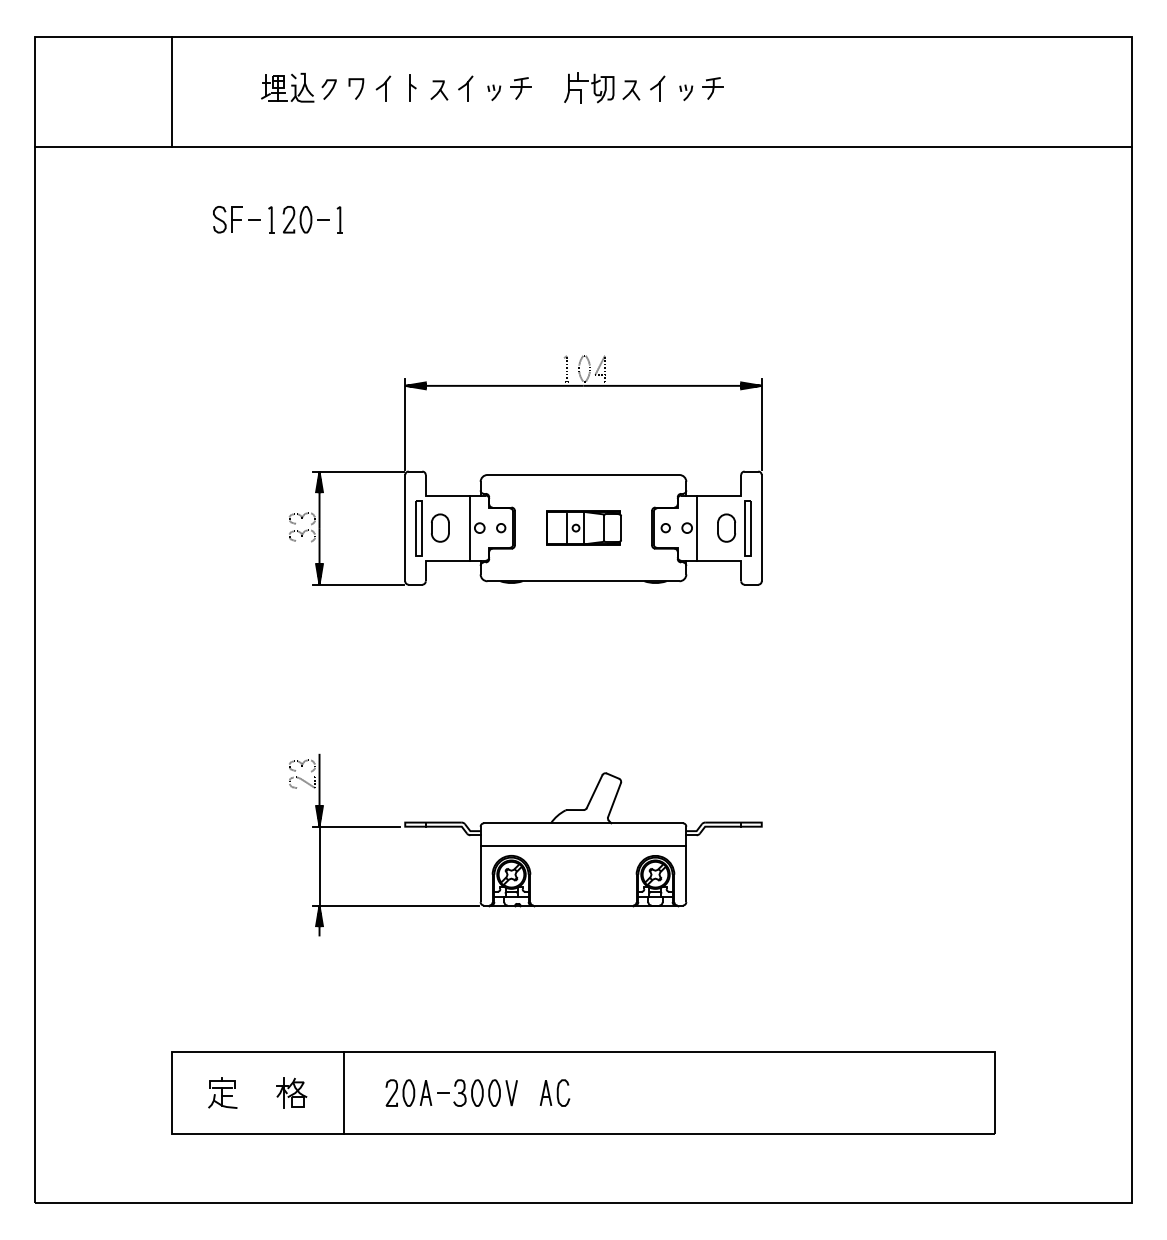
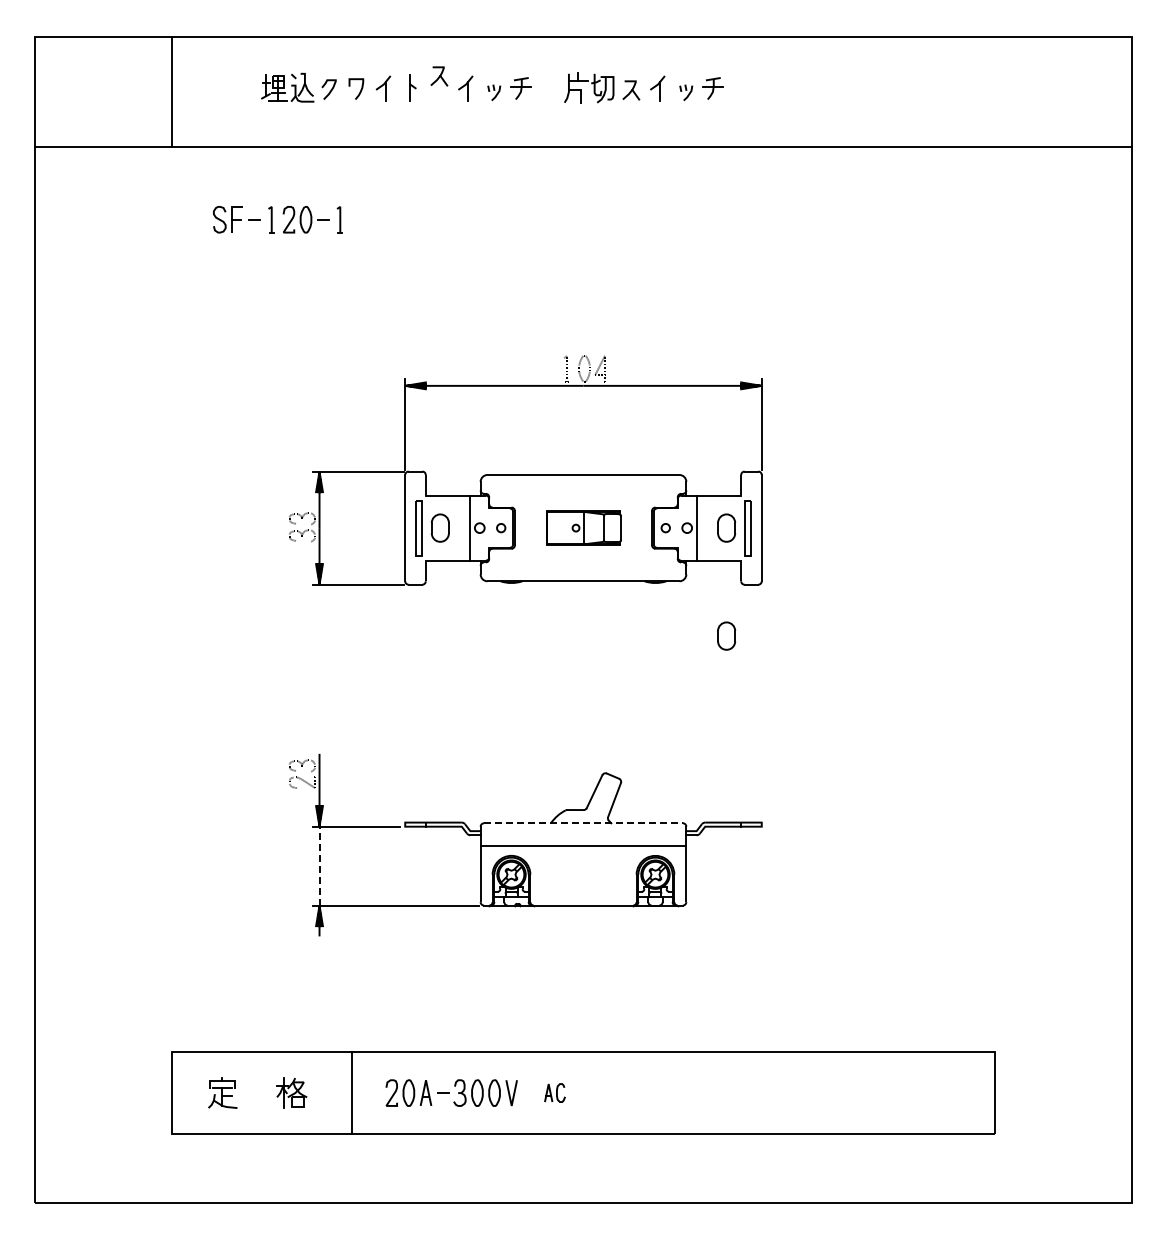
part at (439, 90) position: (439, 90) -> (439, 76)
line at (567, 527): present -> none
part at (726, 635): none -> present
line at (583, 823): solid -> dashed
line at (319, 865): solid -> dashed
line at (343, 1092) position: (343, 1092) -> (351, 1092)
part at (554, 1092) size: 32x28 px -> 22x20 px
